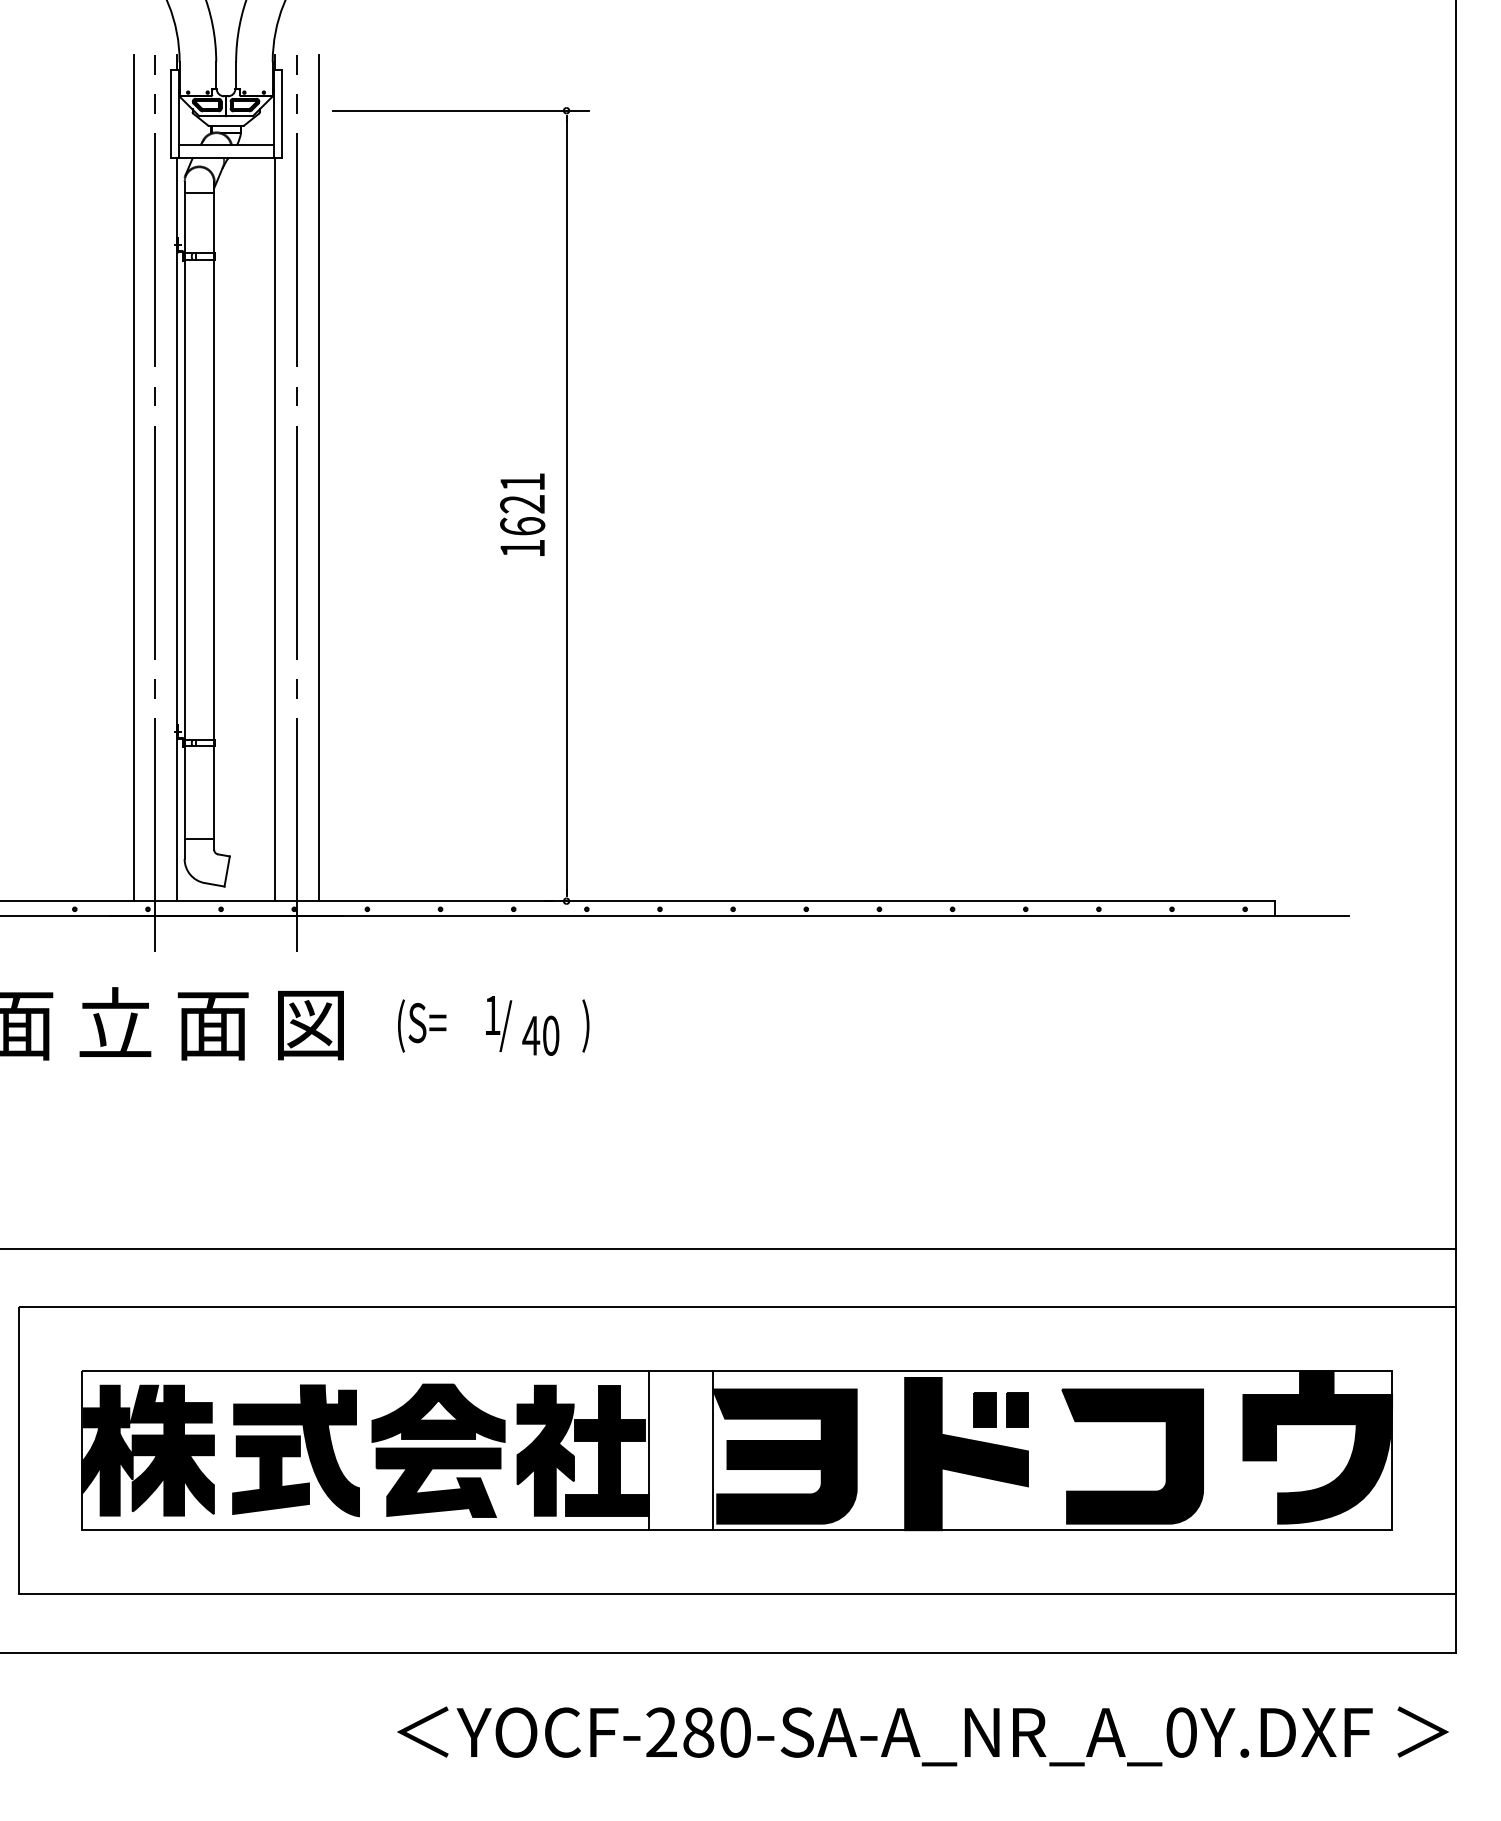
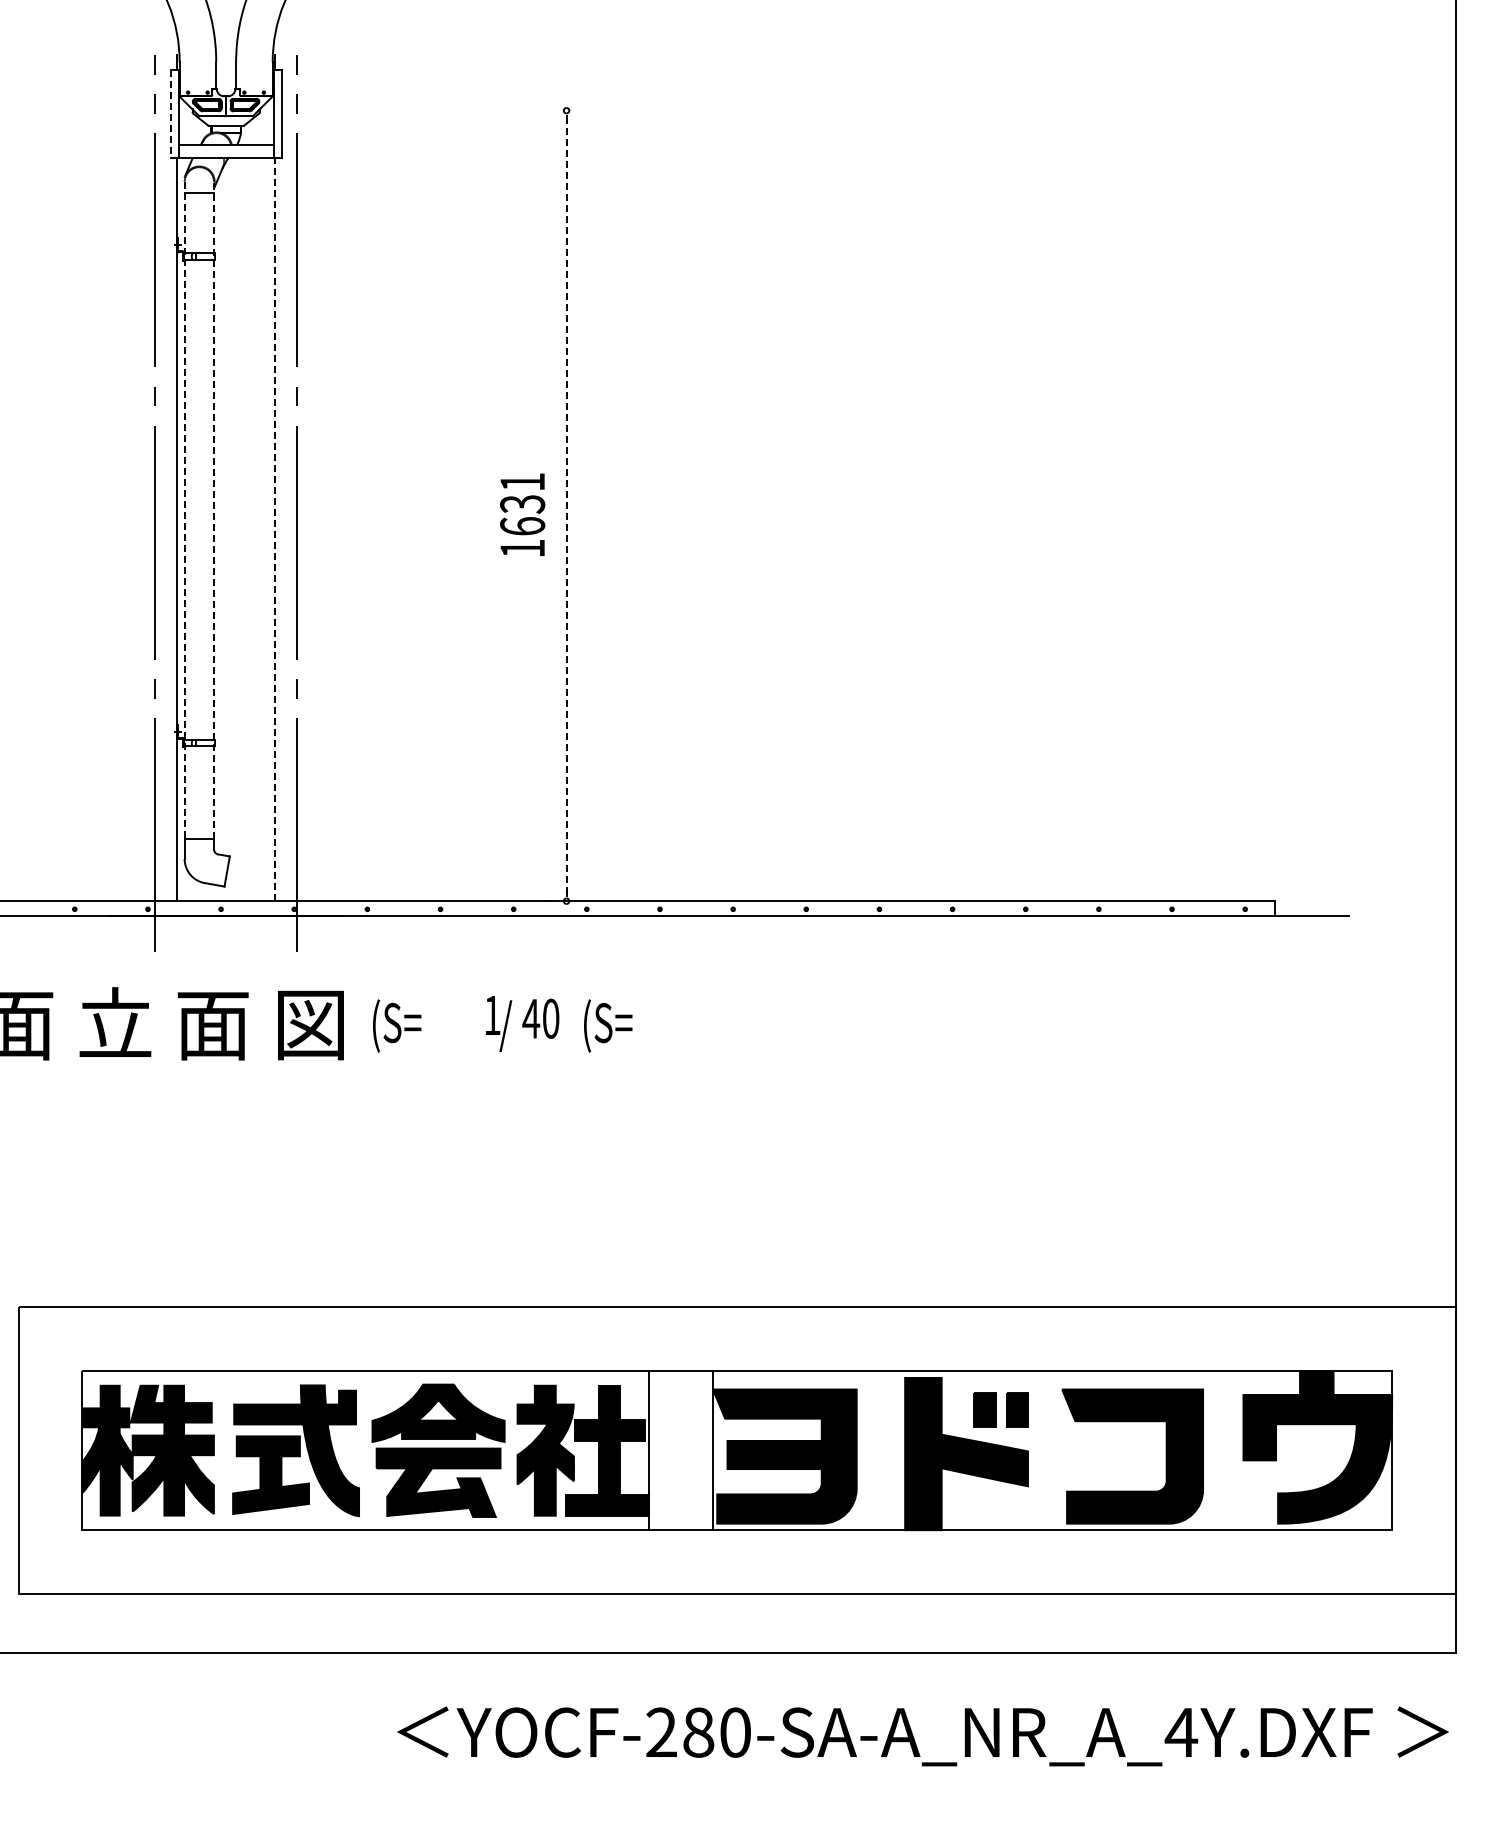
line at (460, 110): present -> none
line at (170, 113): solid -> dashed
line at (133, 477): present -> none
line at (318, 477): present -> none
text at (522, 504): 1621 -> 1631
line at (566, 505): solid -> dashed
line at (214, 509): solid -> dashed
line at (184, 510): solid -> dashed
line at (275, 529): solid -> dashed
text at (422, 1025) position: (422, 1025) -> (397, 1025)
text at (607, 1025): ) -> (S=
text at (540, 1035) position: (540, 1035) -> (540, 1018)
line at (729, 1248): present -> none
text at (1181, 1732): YOCF-280-SA-A_NR_A_0Y.DXF -> YOCF-280-SA-A_NR_A_4Y.DXF
